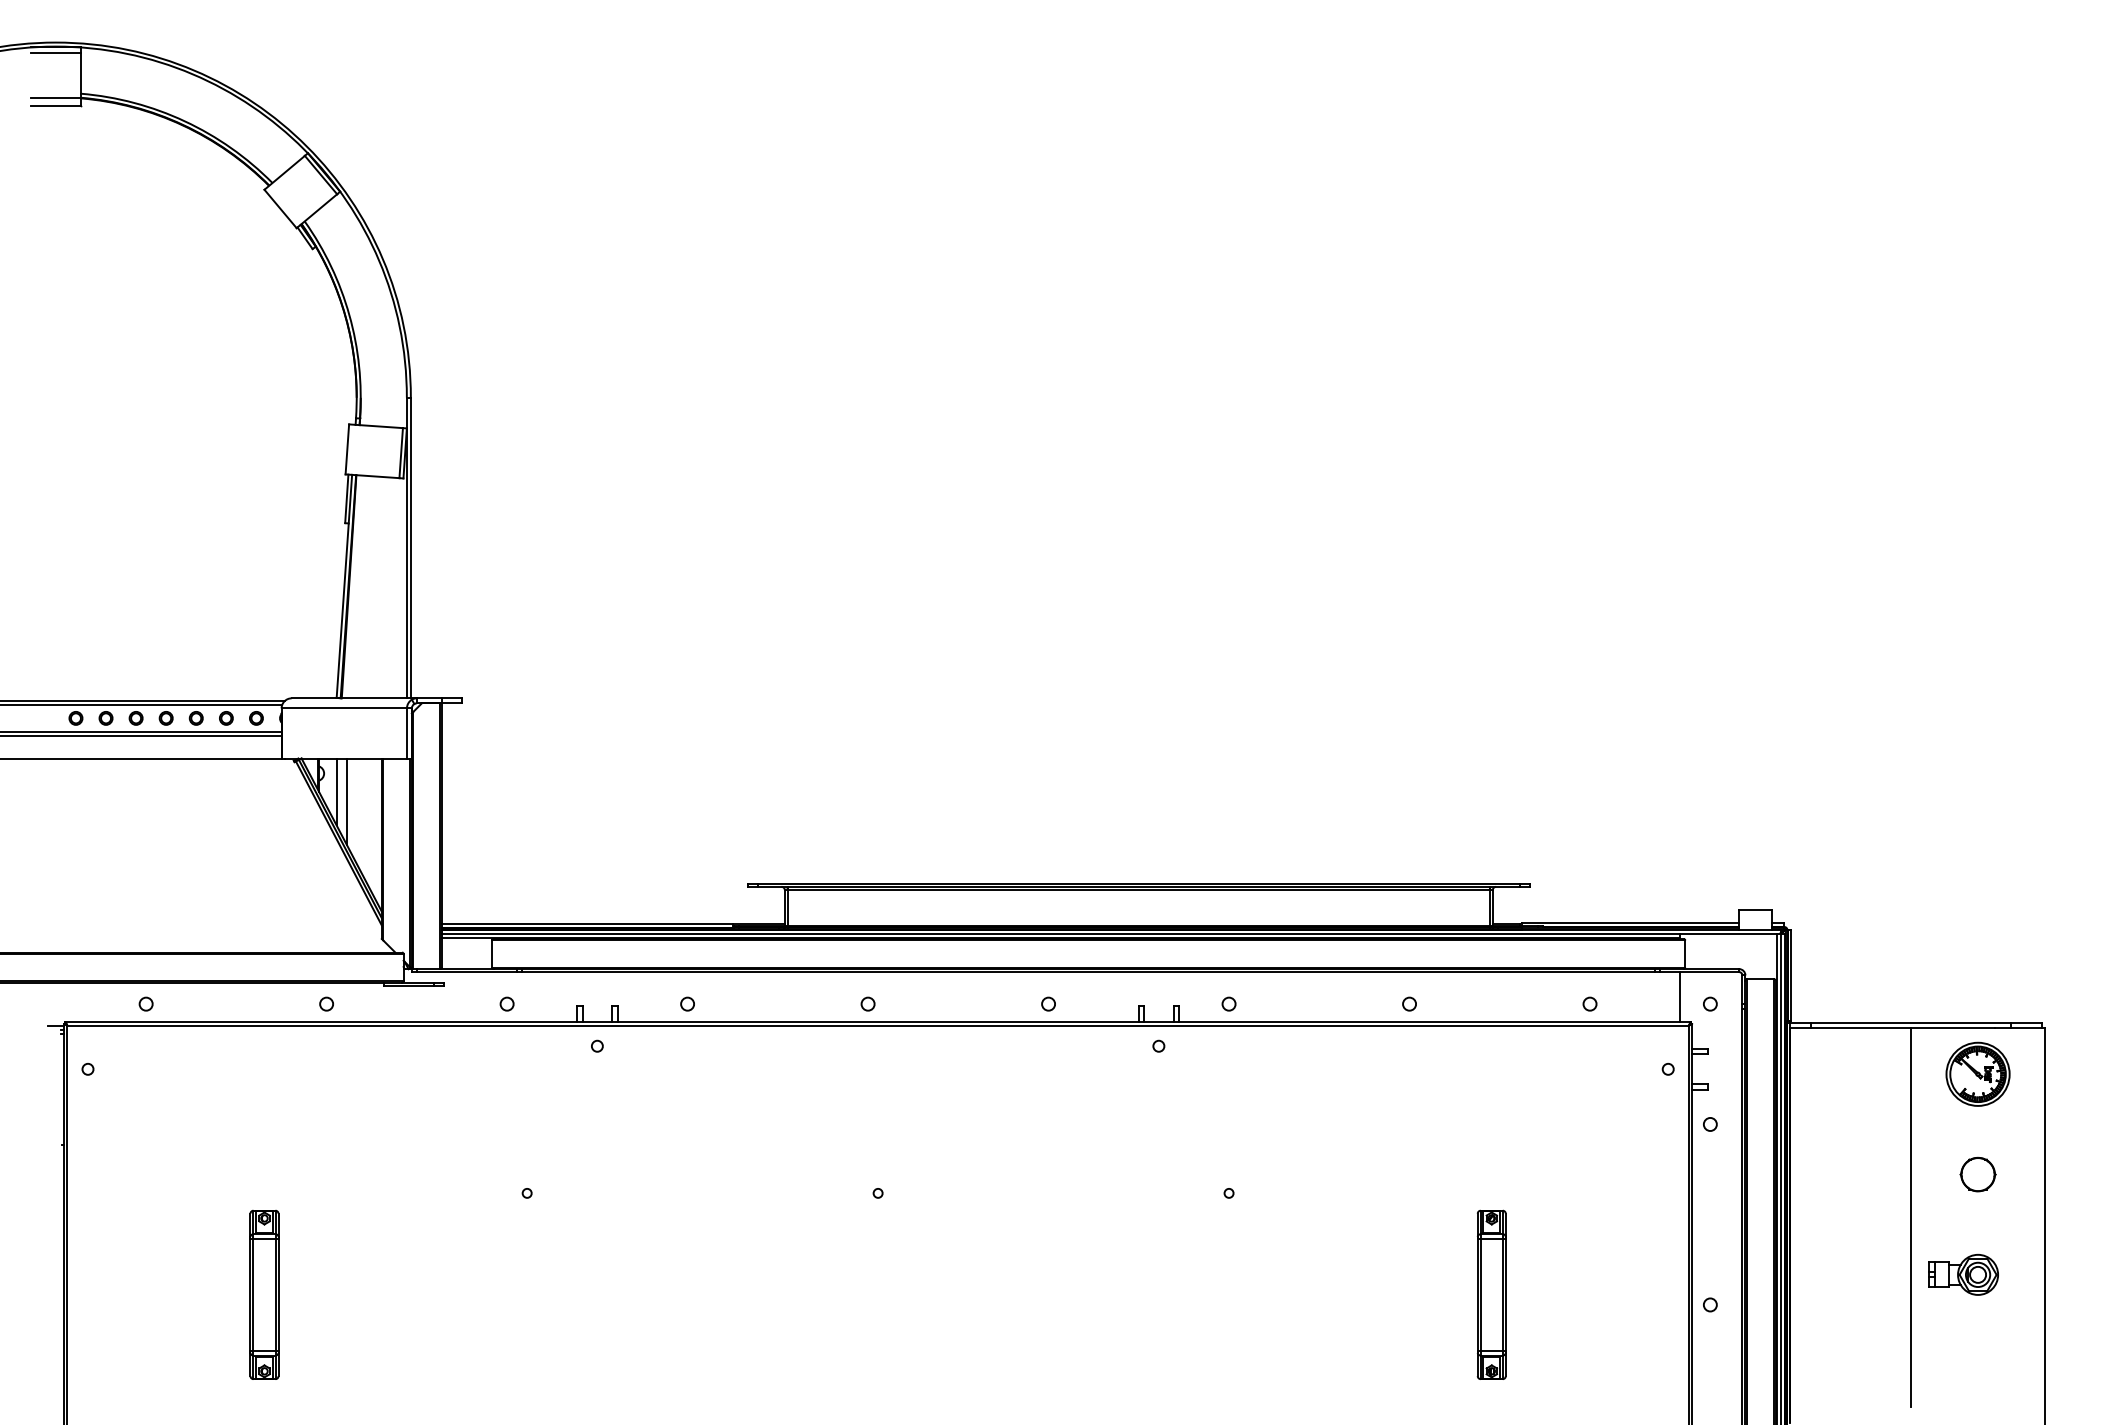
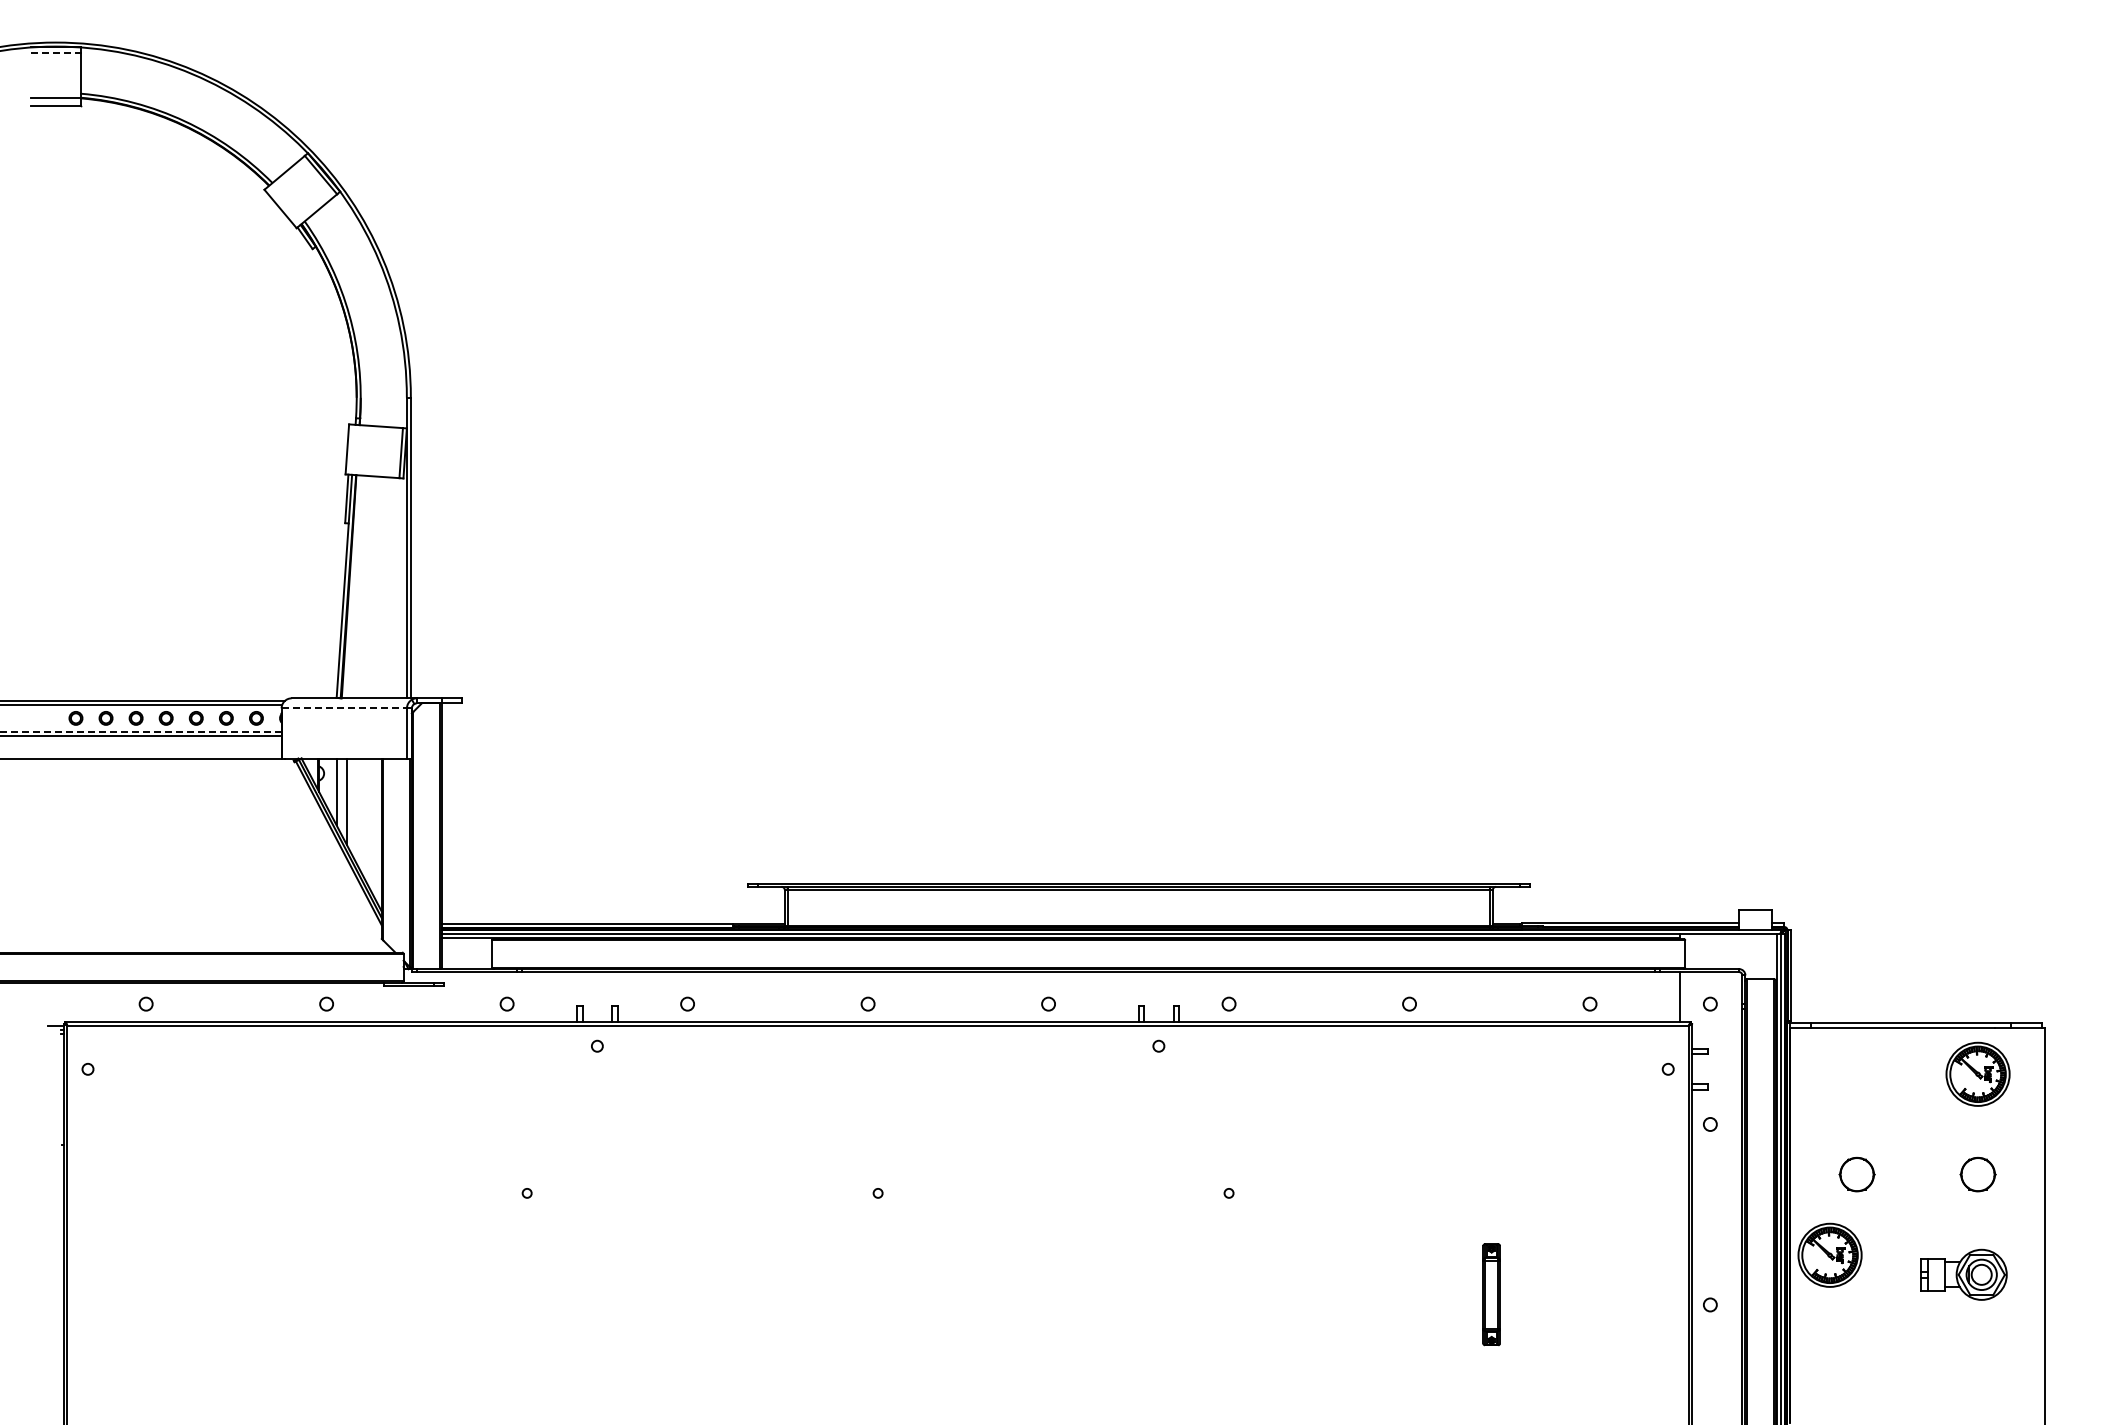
line at (56, 52): solid -> dashed
line at (344, 708): solid -> dashed
line at (140, 731): solid -> dashed
part at (1856, 1174): none -> present
line at (1911, 1217): present -> none
part at (1829, 1254): none -> present
part at (1963, 1274) size: 71x42 px -> 88x53 px
part at (264, 1294): present -> none
part at (1491, 1294) size: 31x171 px -> 19x104 px
